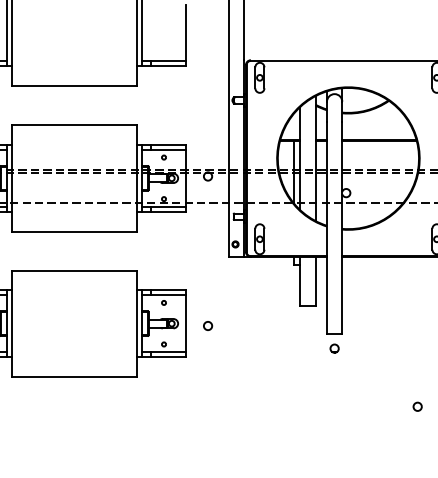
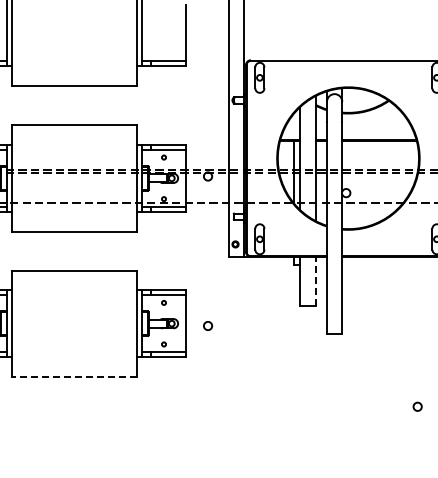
line at (315, 281): solid -> dashed
part at (334, 348): present -> none
line at (73, 376): solid -> dashed
